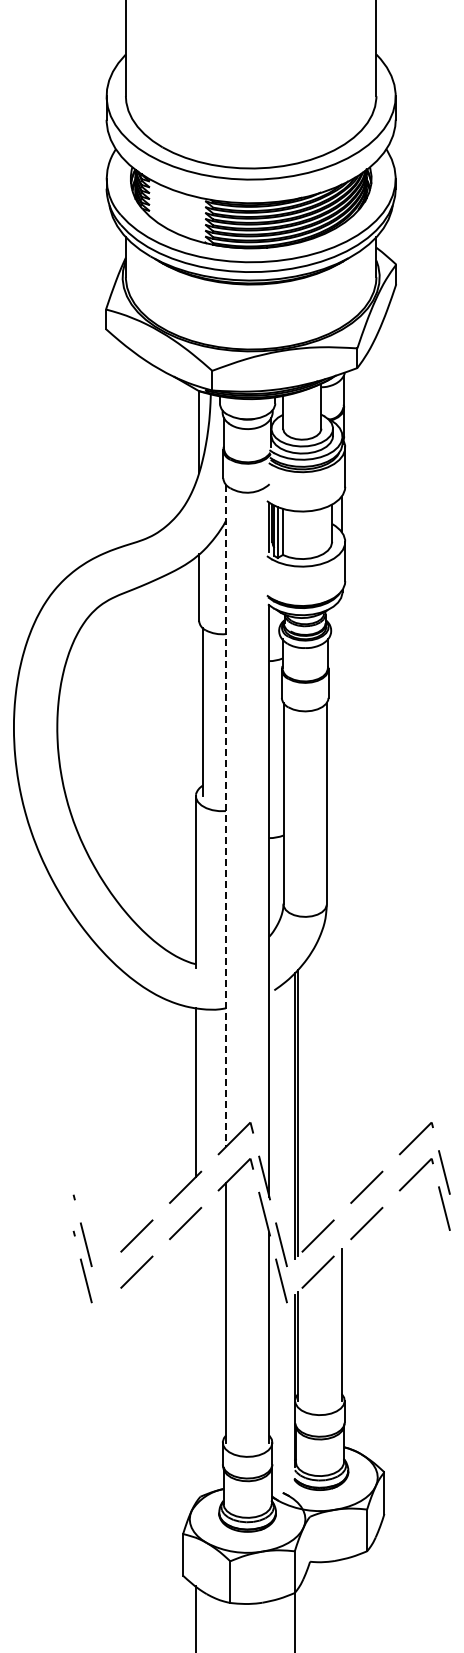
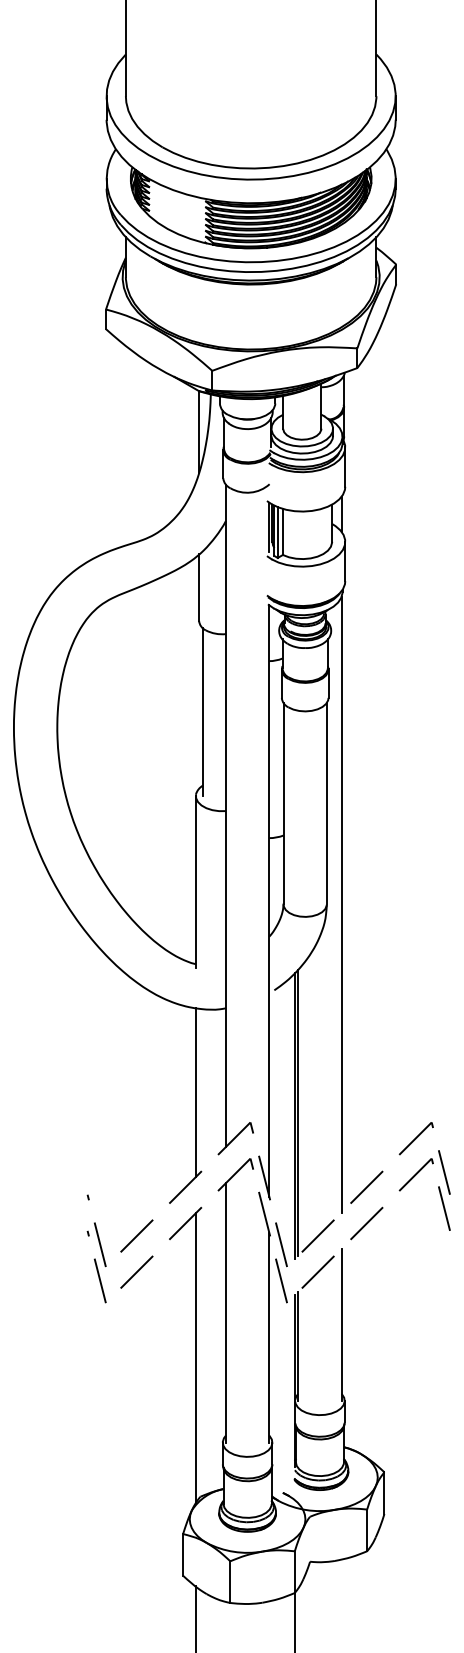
line at (225, 816): dashed -> solid
line at (341, 904): none -> present
part at (82, 1248) position: (82, 1248) -> (96, 1248)
line at (195, 1358): none -> present
